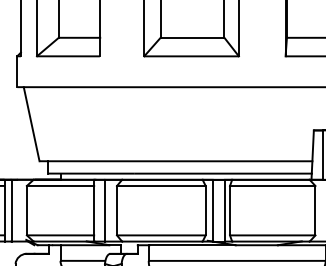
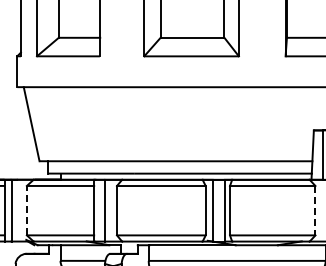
line at (26, 210): solid -> dashed
line at (315, 210): solid -> dashed
